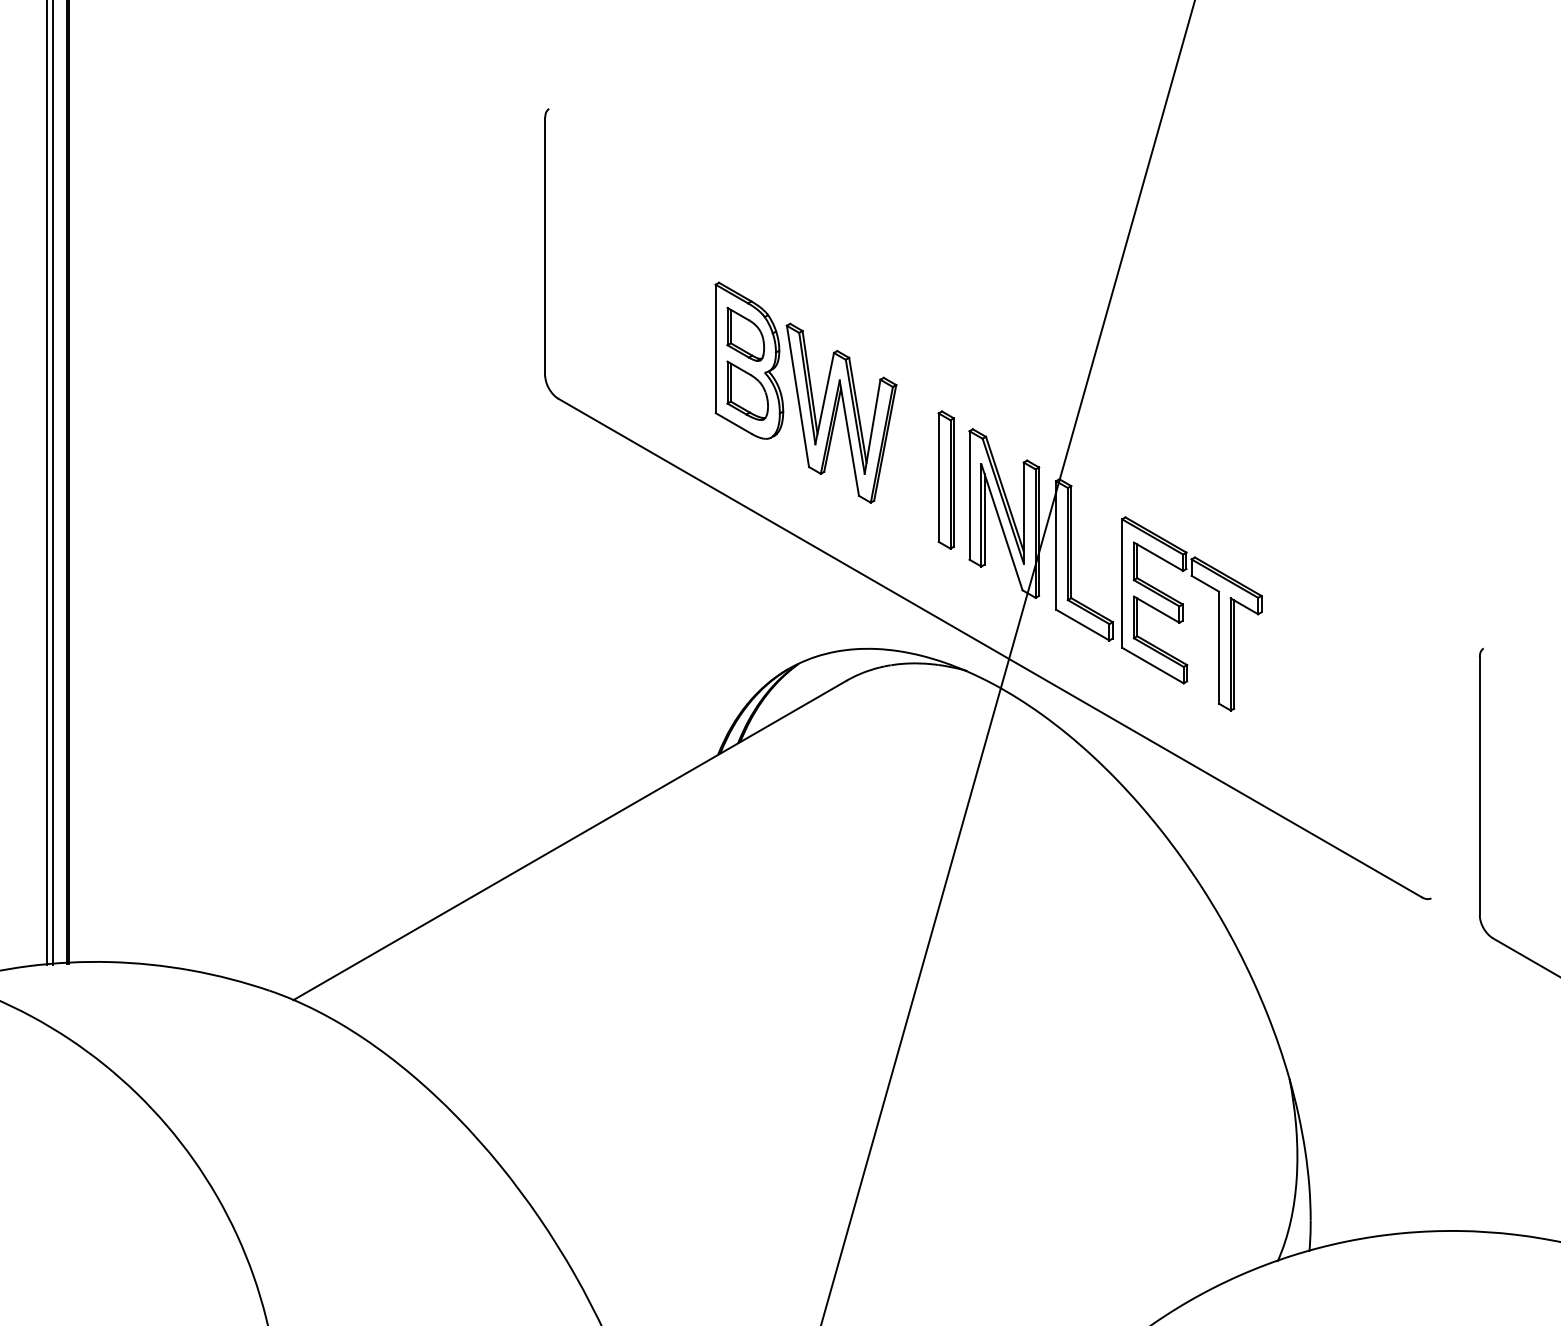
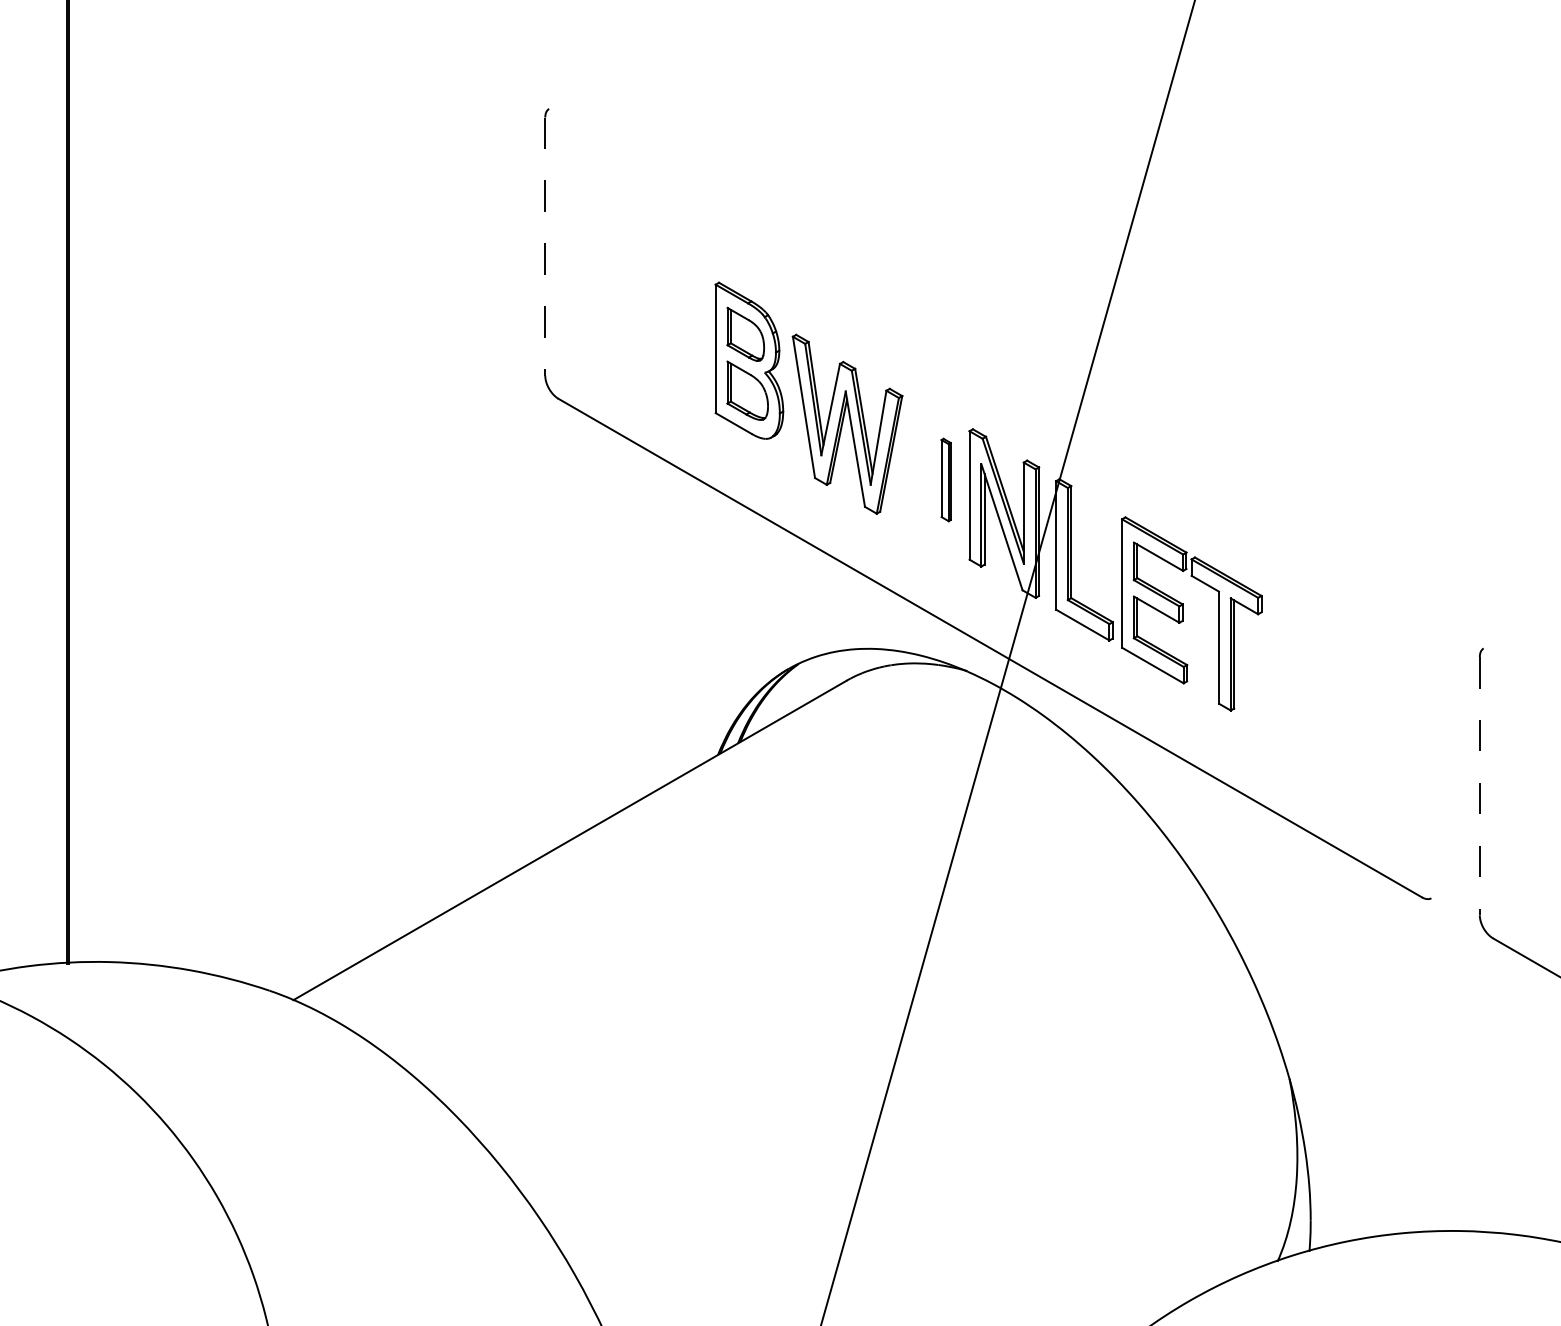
line at (545, 247): solid -> dashed
part at (841, 412) position: (841, 412) -> (847, 423)
part at (945, 479) size: 18x140 px -> 12x86 px
line at (46, 483): present -> none
line at (53, 483): present -> none
line at (1479, 786): solid -> dashed
